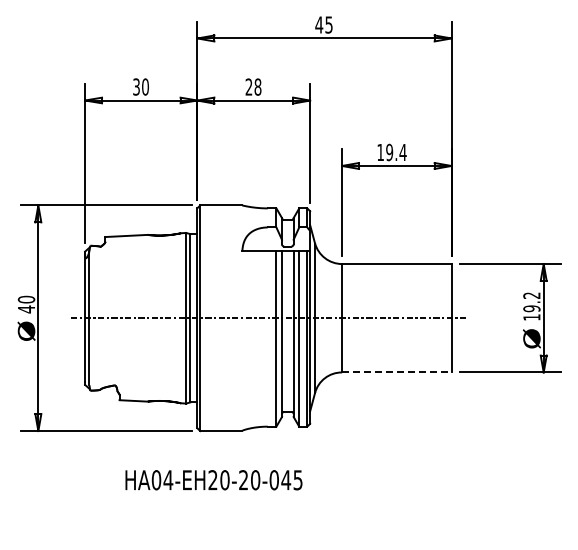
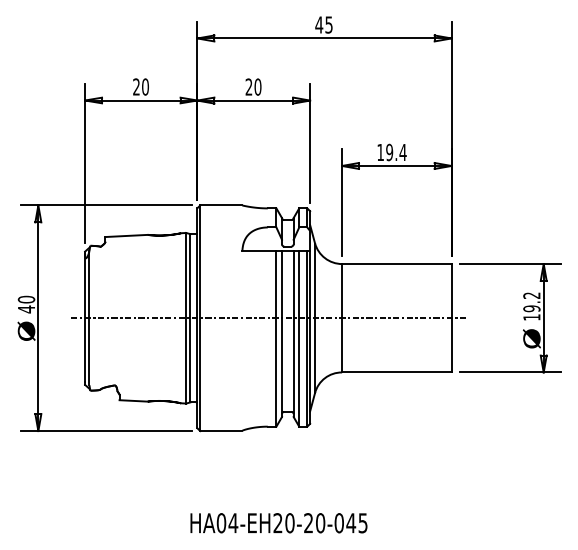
text at (136, 86): 30 -> 20
text at (257, 86): 28 -> 20
line at (396, 372): dashed -> solid
text at (213, 480) position: (213, 480) -> (278, 523)
